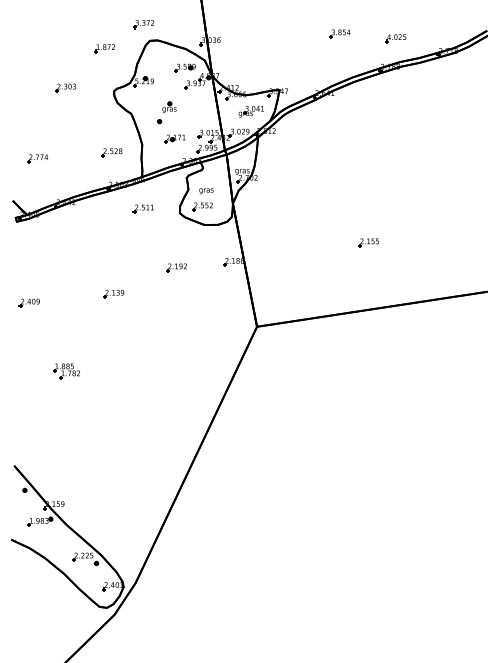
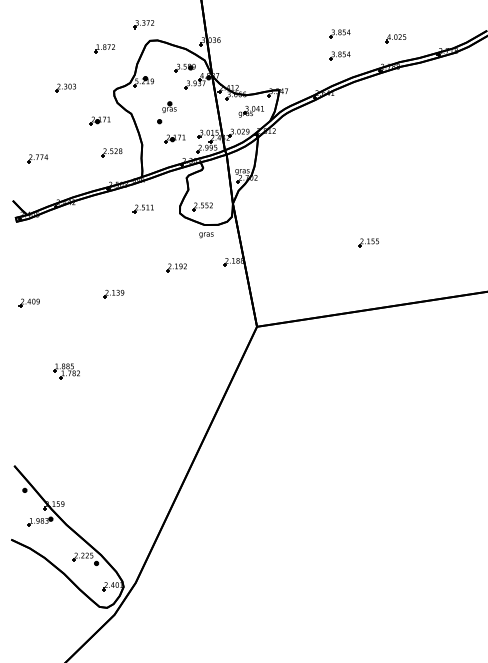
part at (339, 55): none -> present
part at (99, 120): none -> present
text at (206, 191) position: (206, 191) -> (206, 235)
